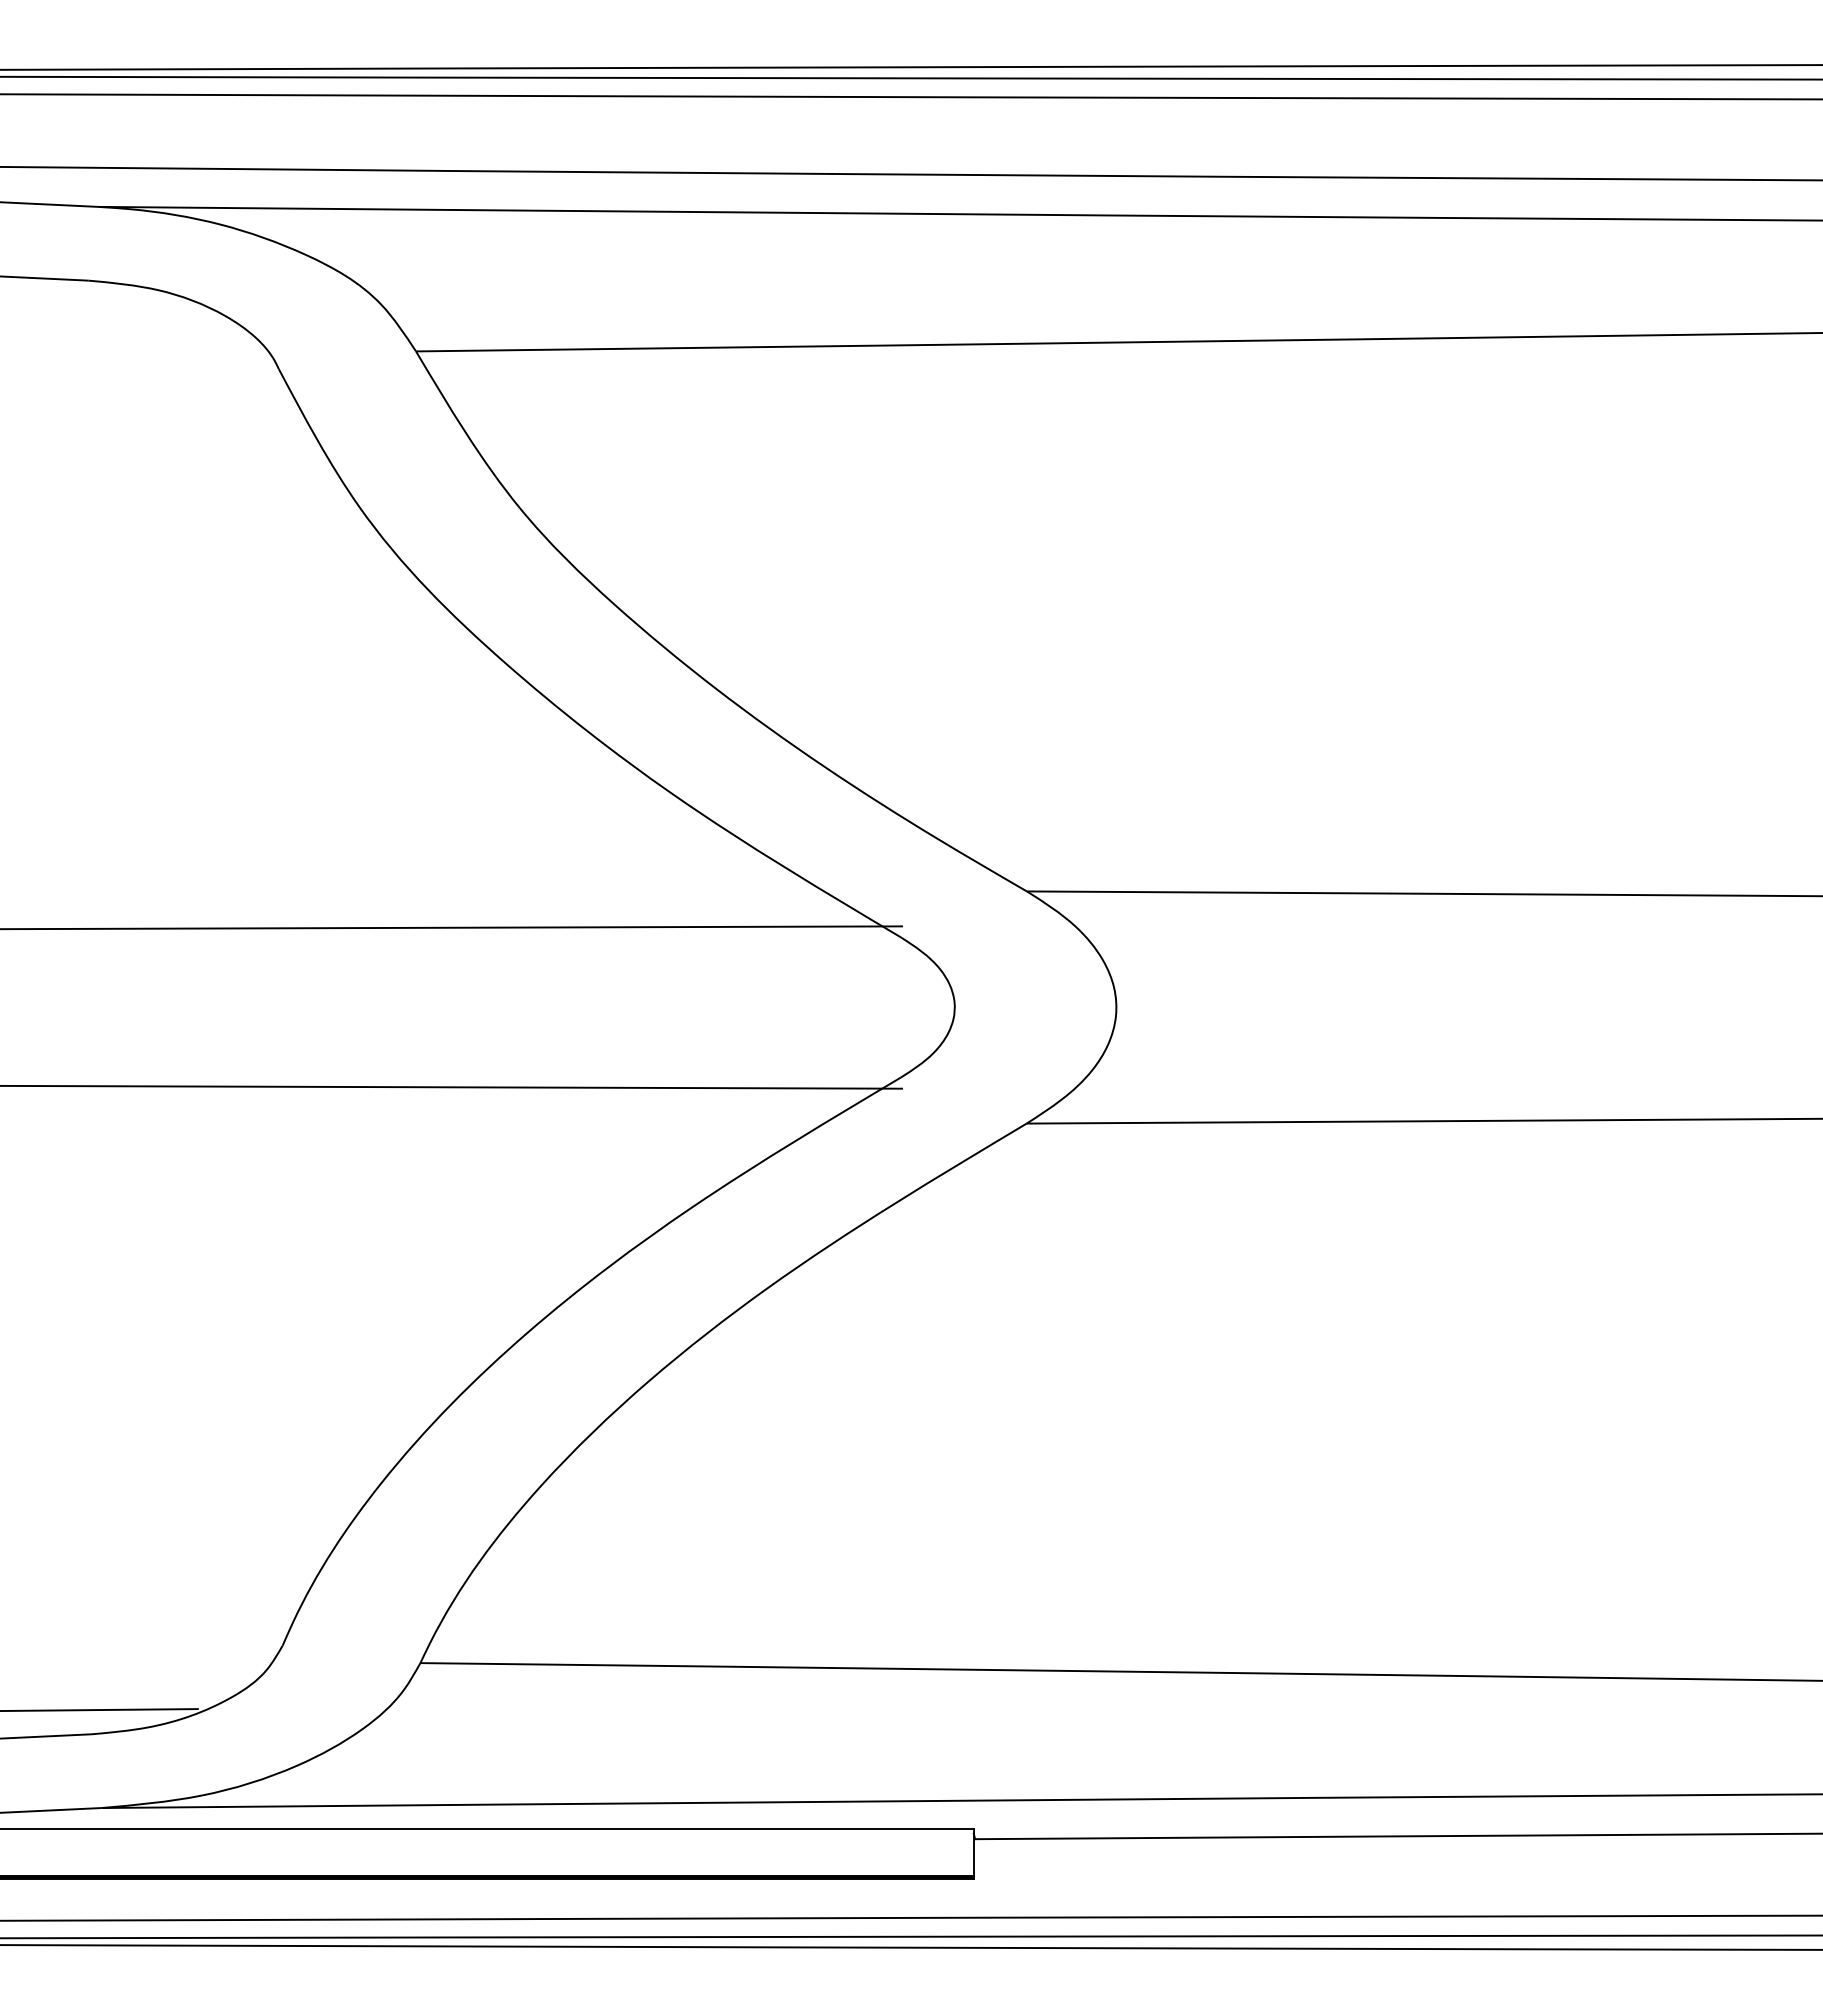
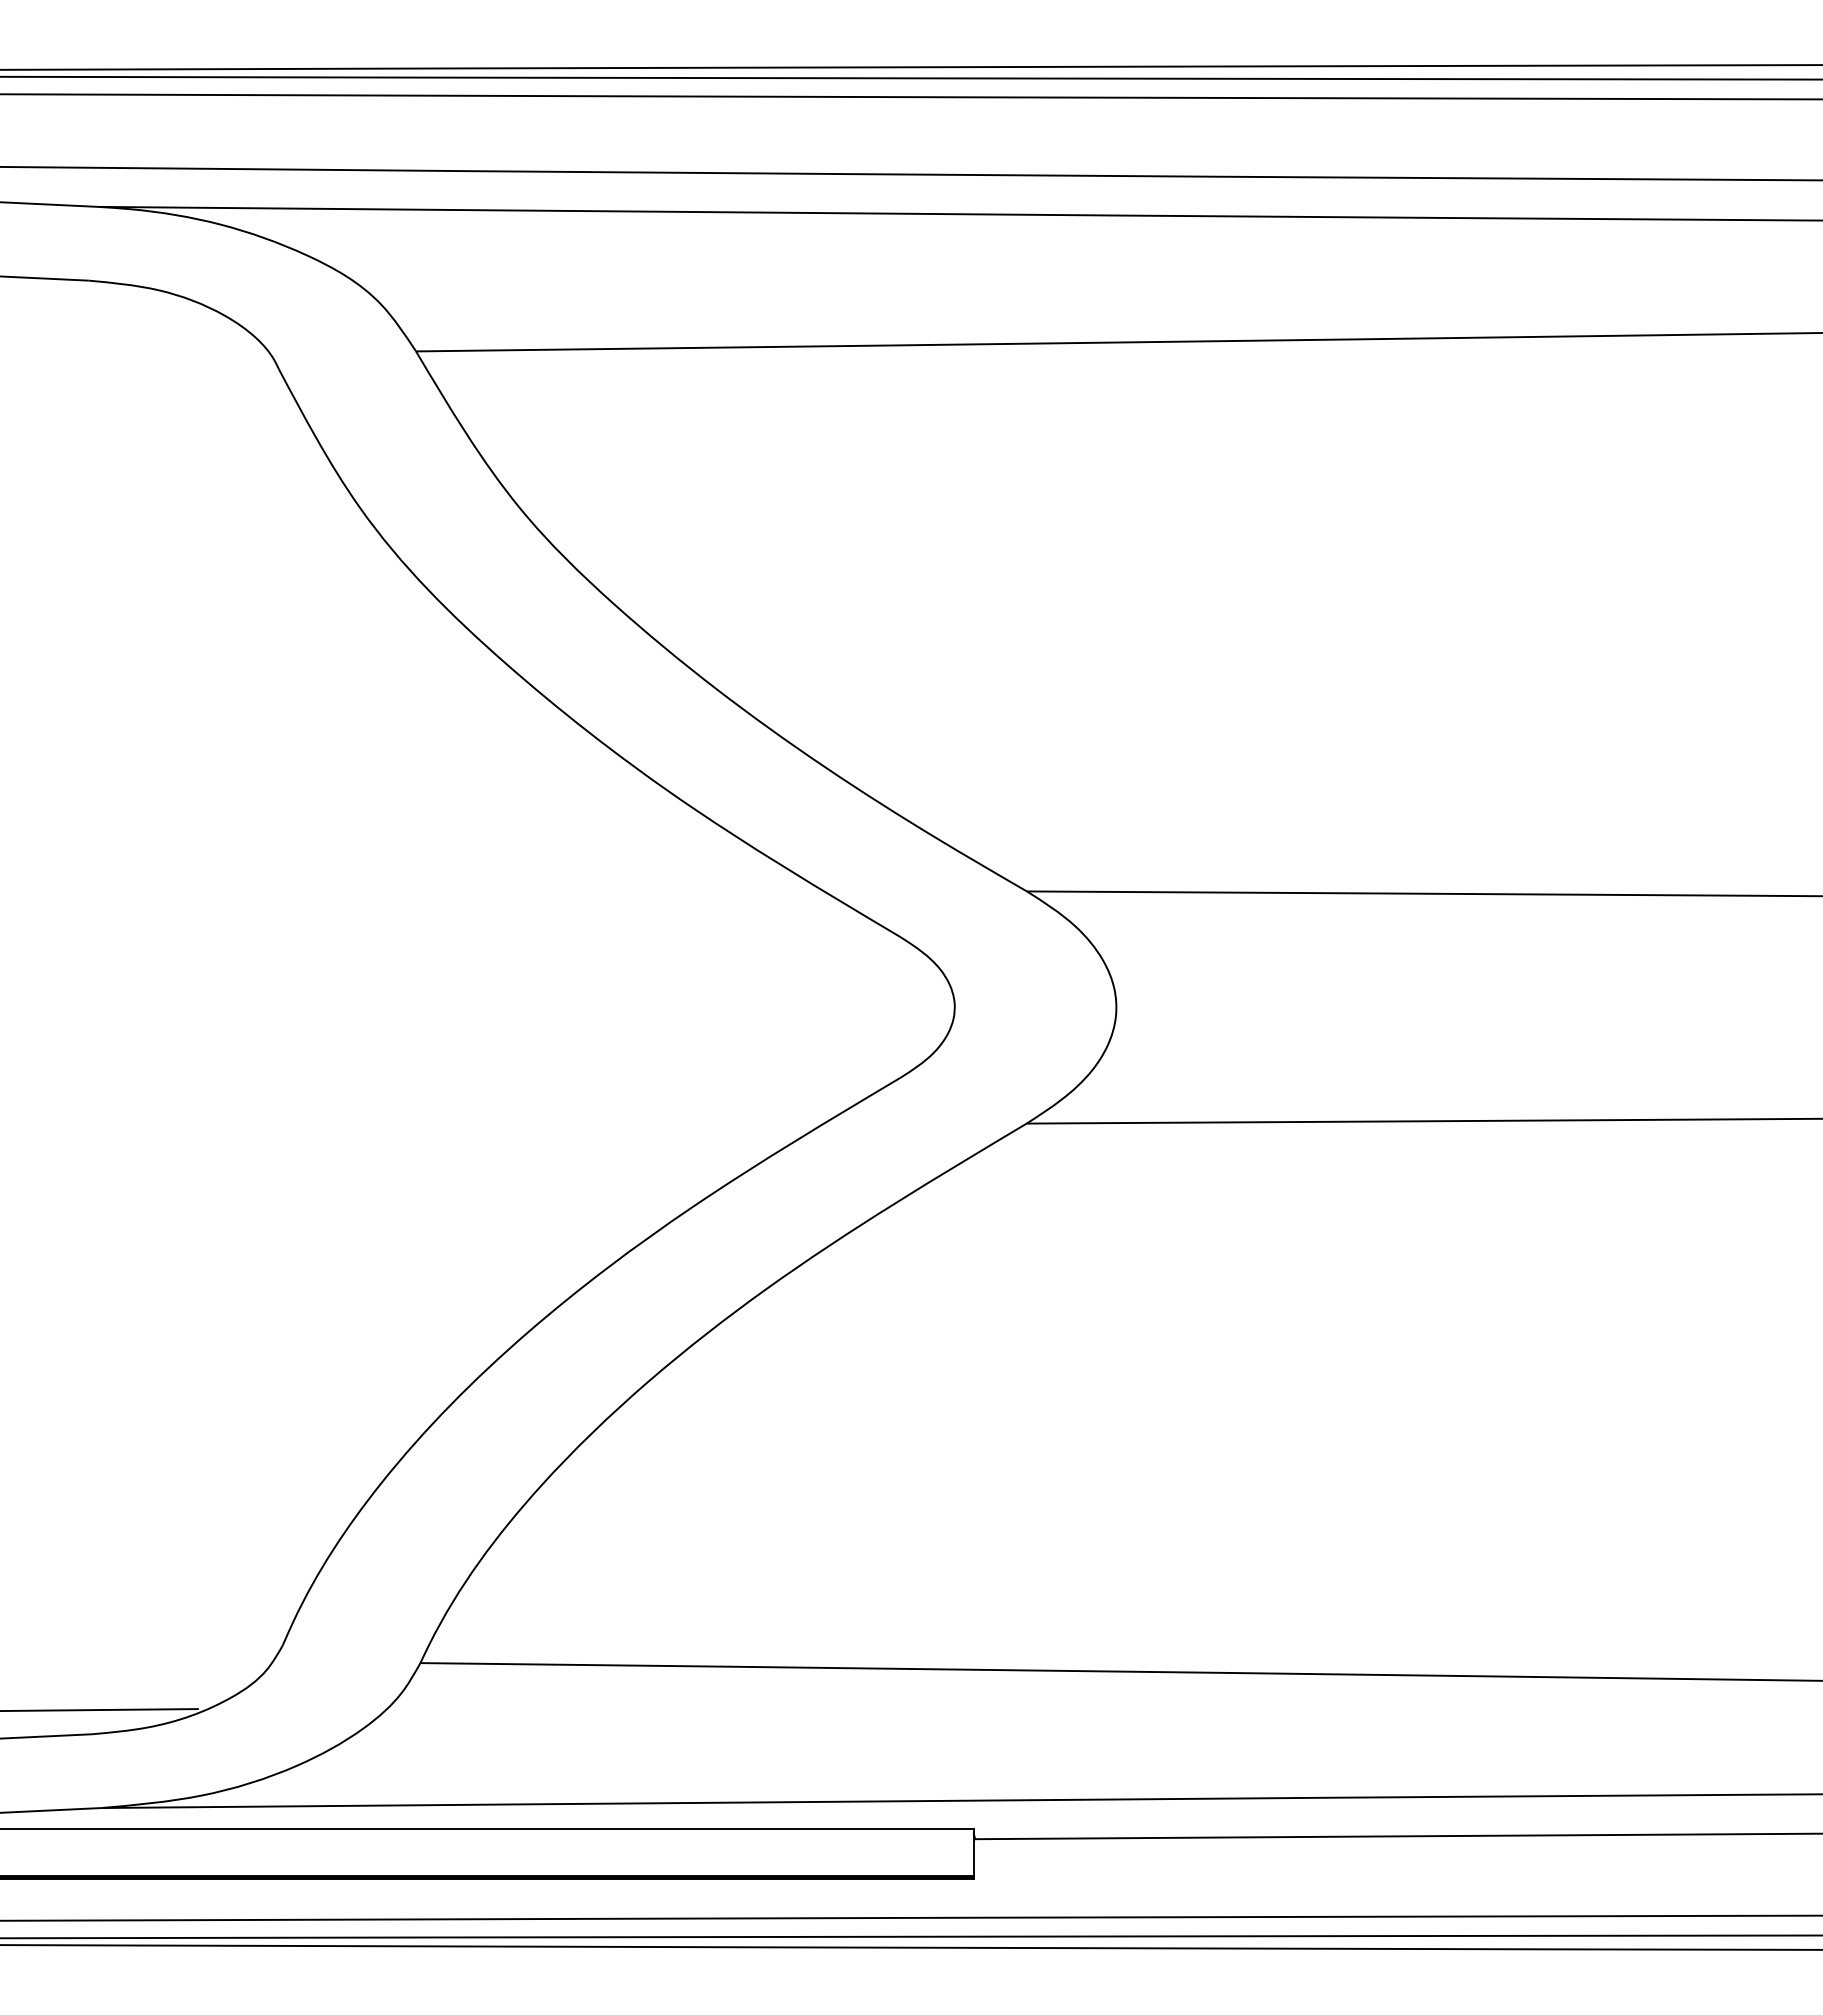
line at (452, 927): present -> none
line at (452, 1086): present -> none
